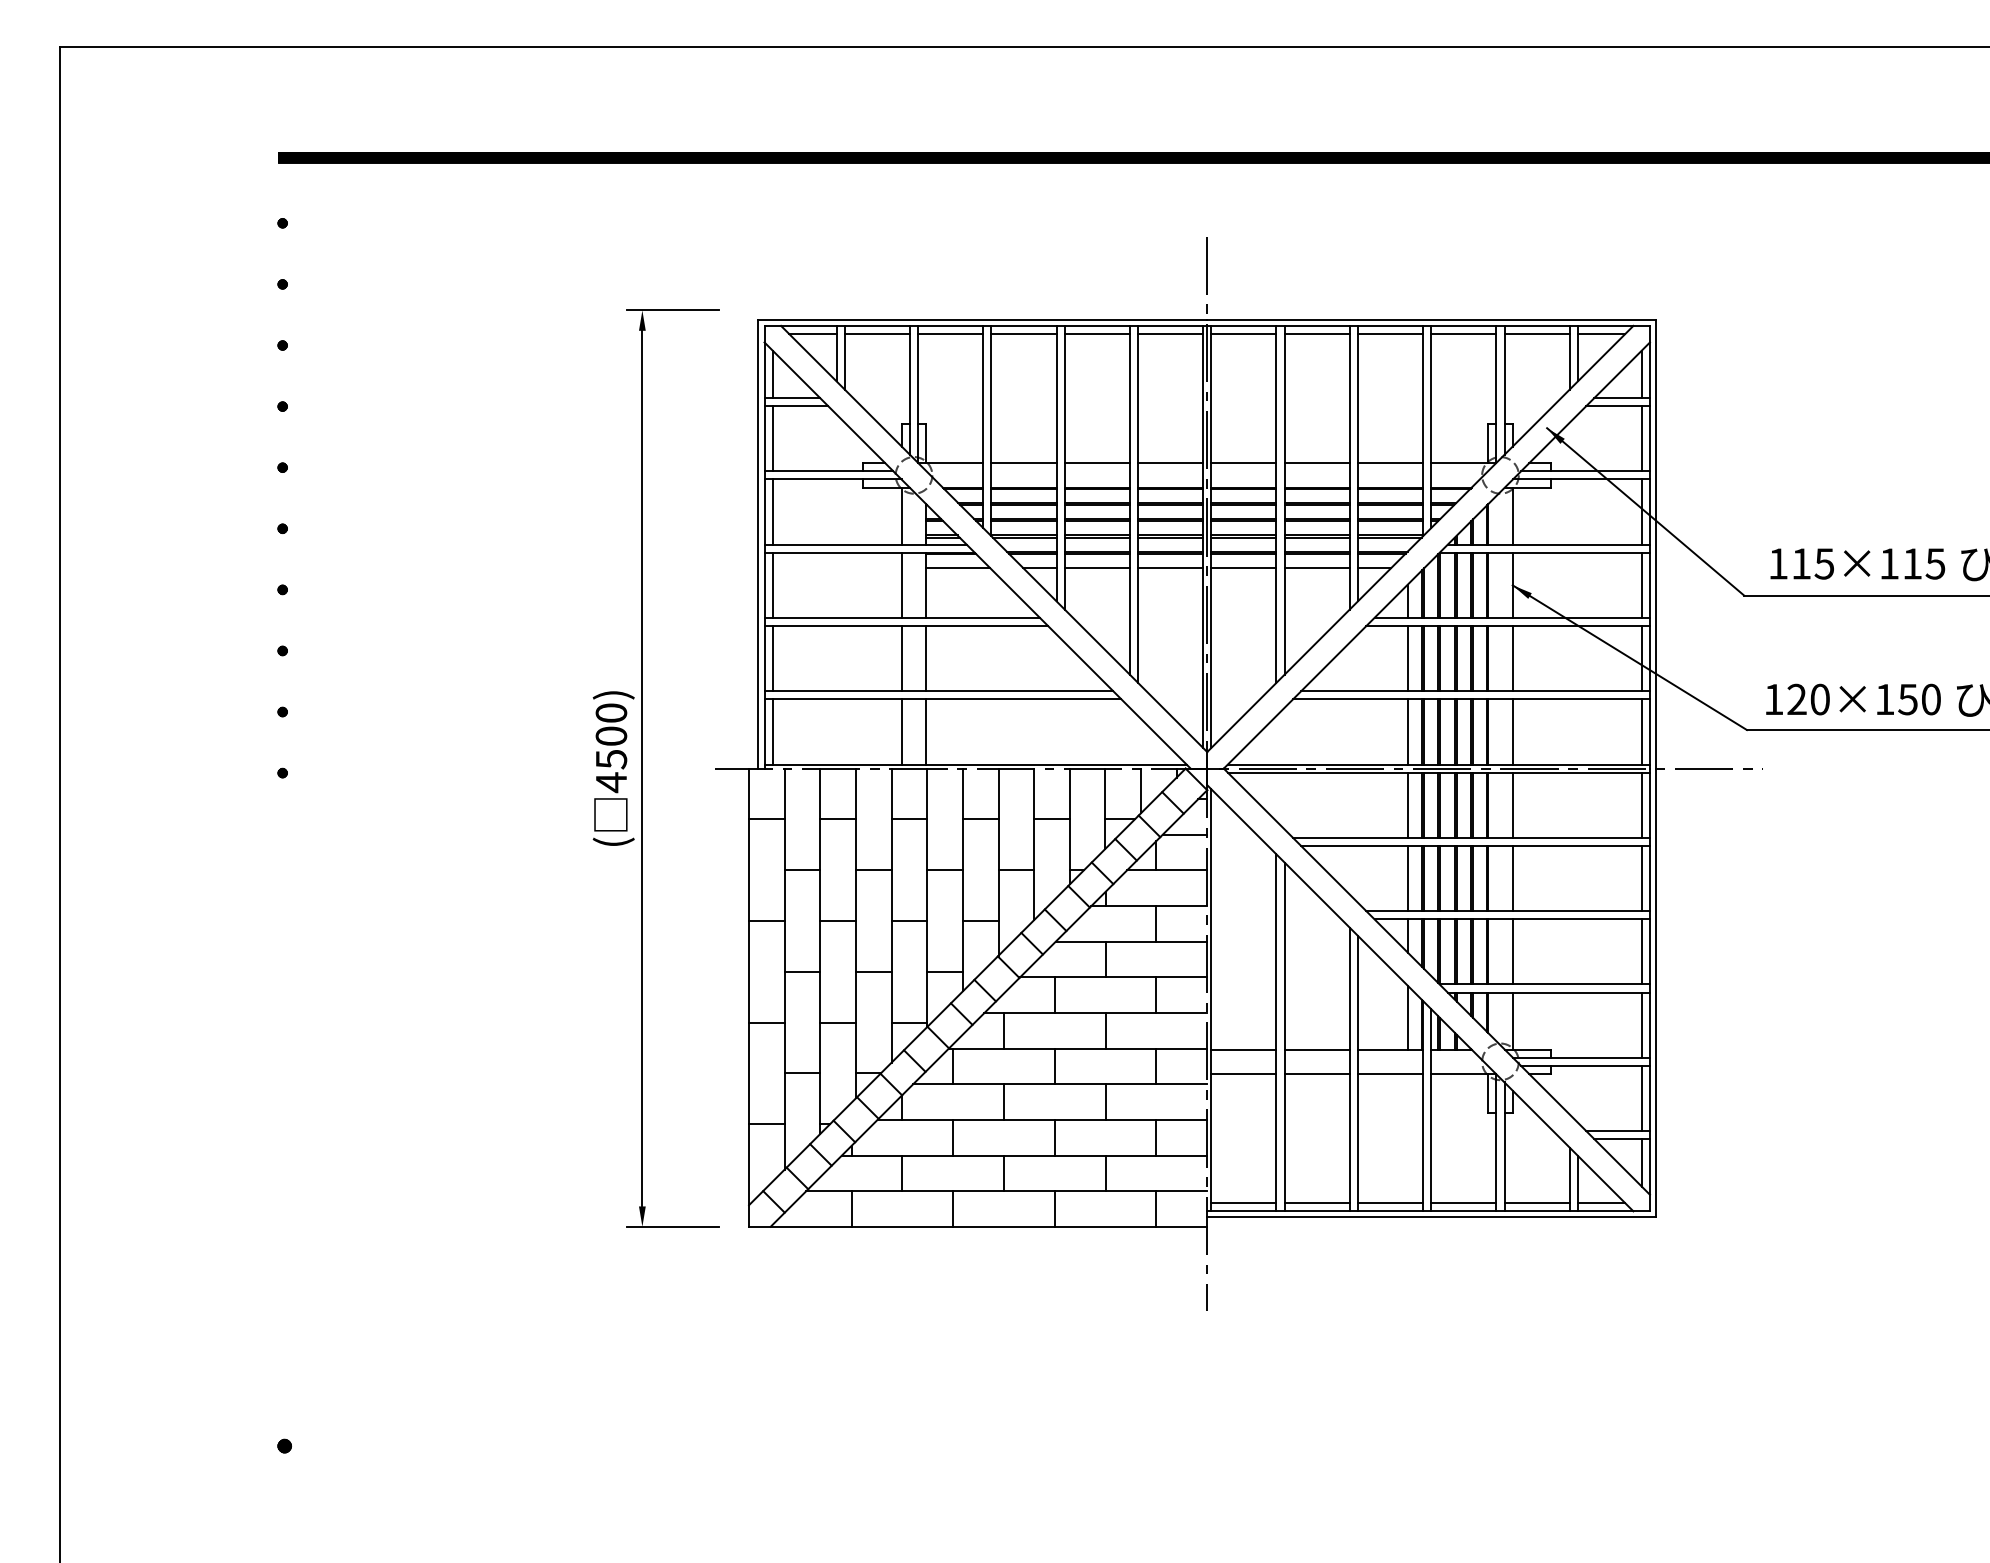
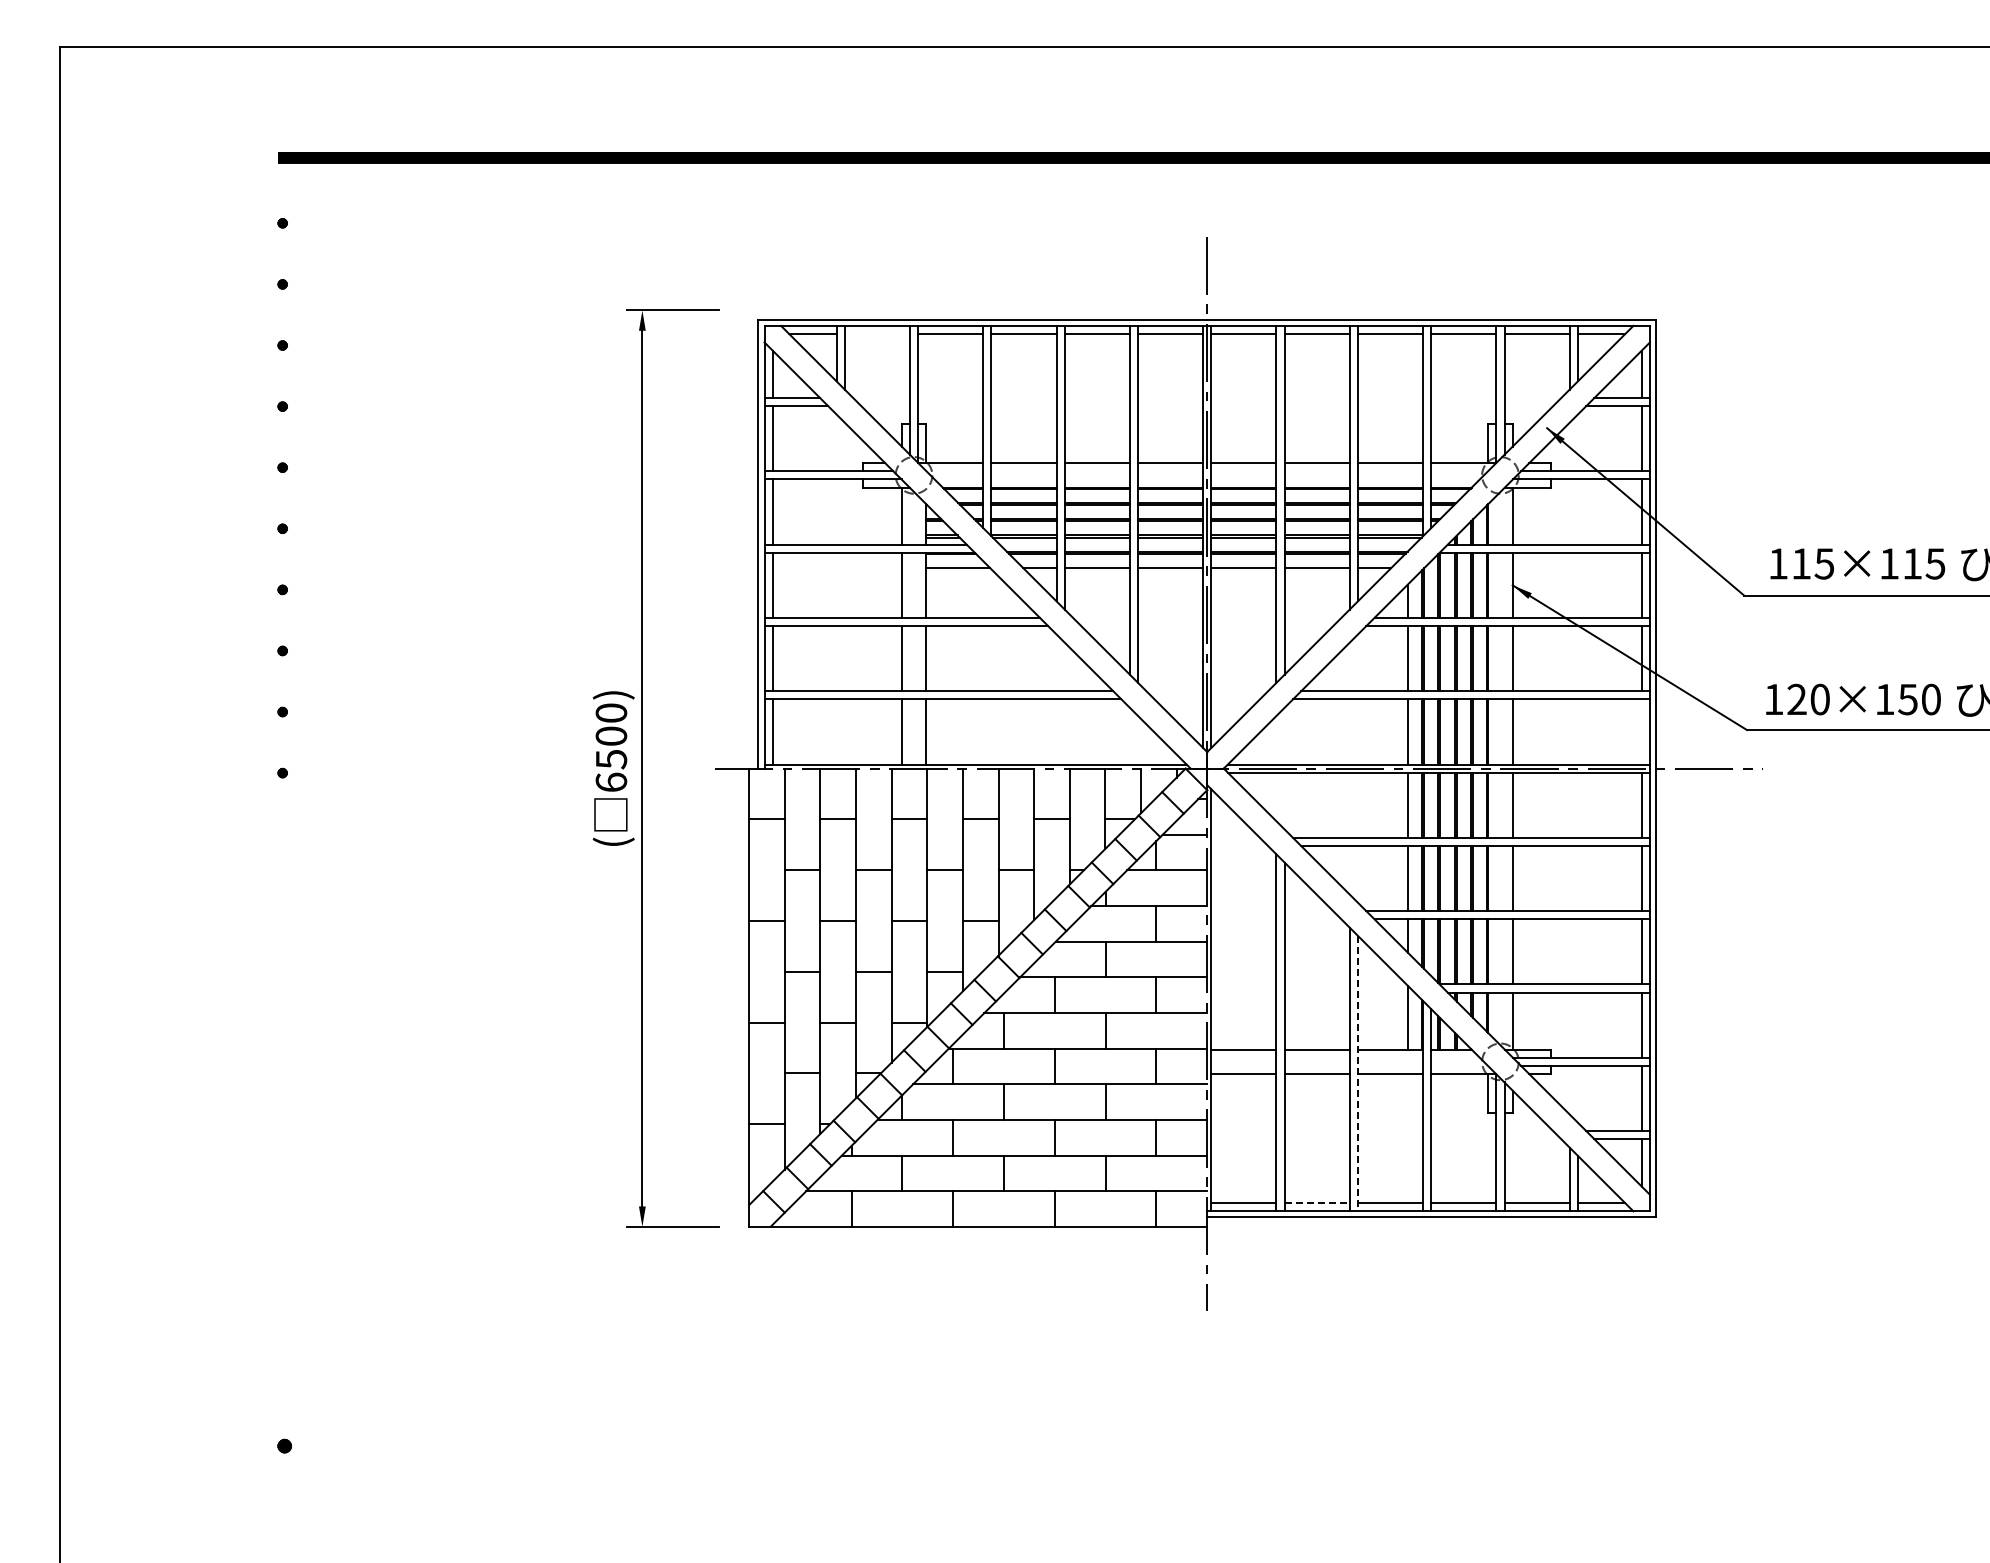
line at (876, 333): present -> none
line at (1641, 731): present -> none
text at (611, 782): 4500) -> 6500)
line at (1357, 1073): solid -> dashed
line at (1317, 1203): solid -> dashed
